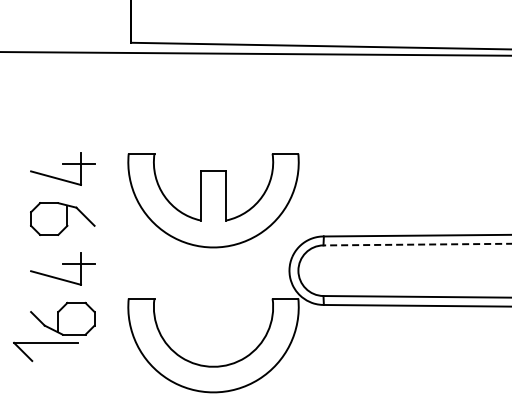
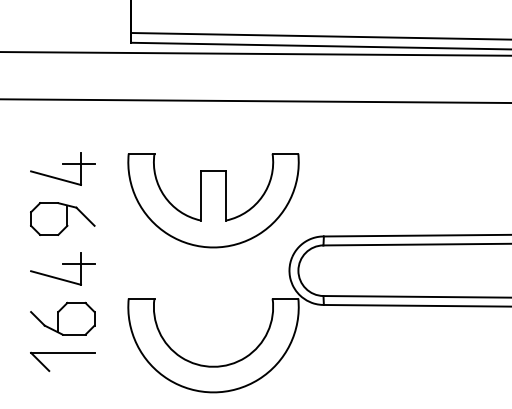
line at (319, 36): none -> present
line at (255, 101): none -> present
line at (417, 244): dashed -> solid
part at (45, 343) position: (45, 343) -> (62, 353)
